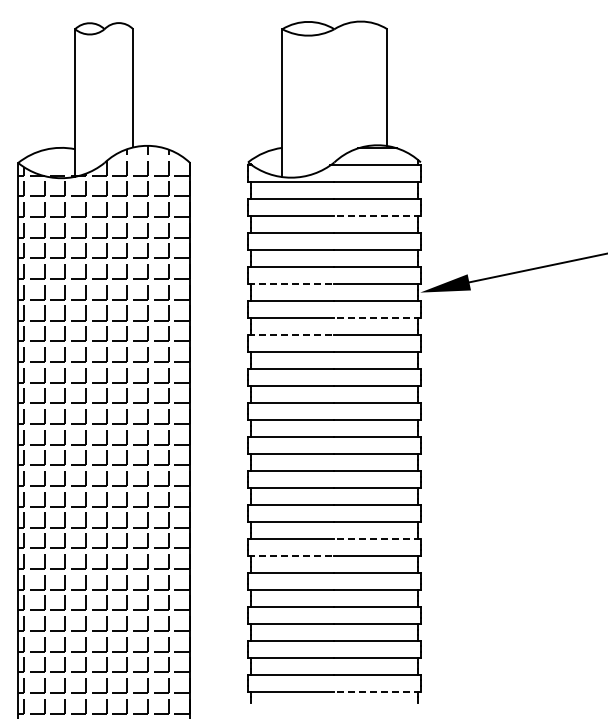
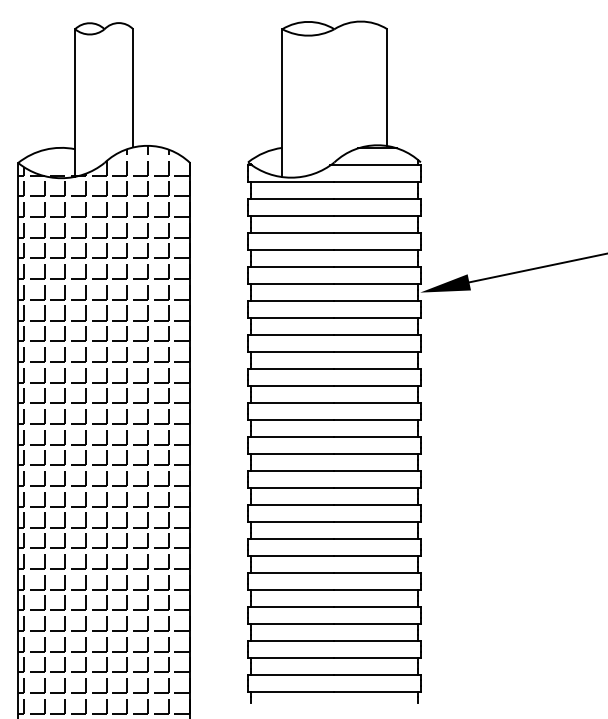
line at (377, 216): dashed -> solid
line at (291, 284): dashed -> solid
line at (377, 318): dashed -> solid
line at (291, 335): dashed -> solid
line at (377, 538): dashed -> solid
line at (291, 555): dashed -> solid
line at (377, 691): dashed -> solid
